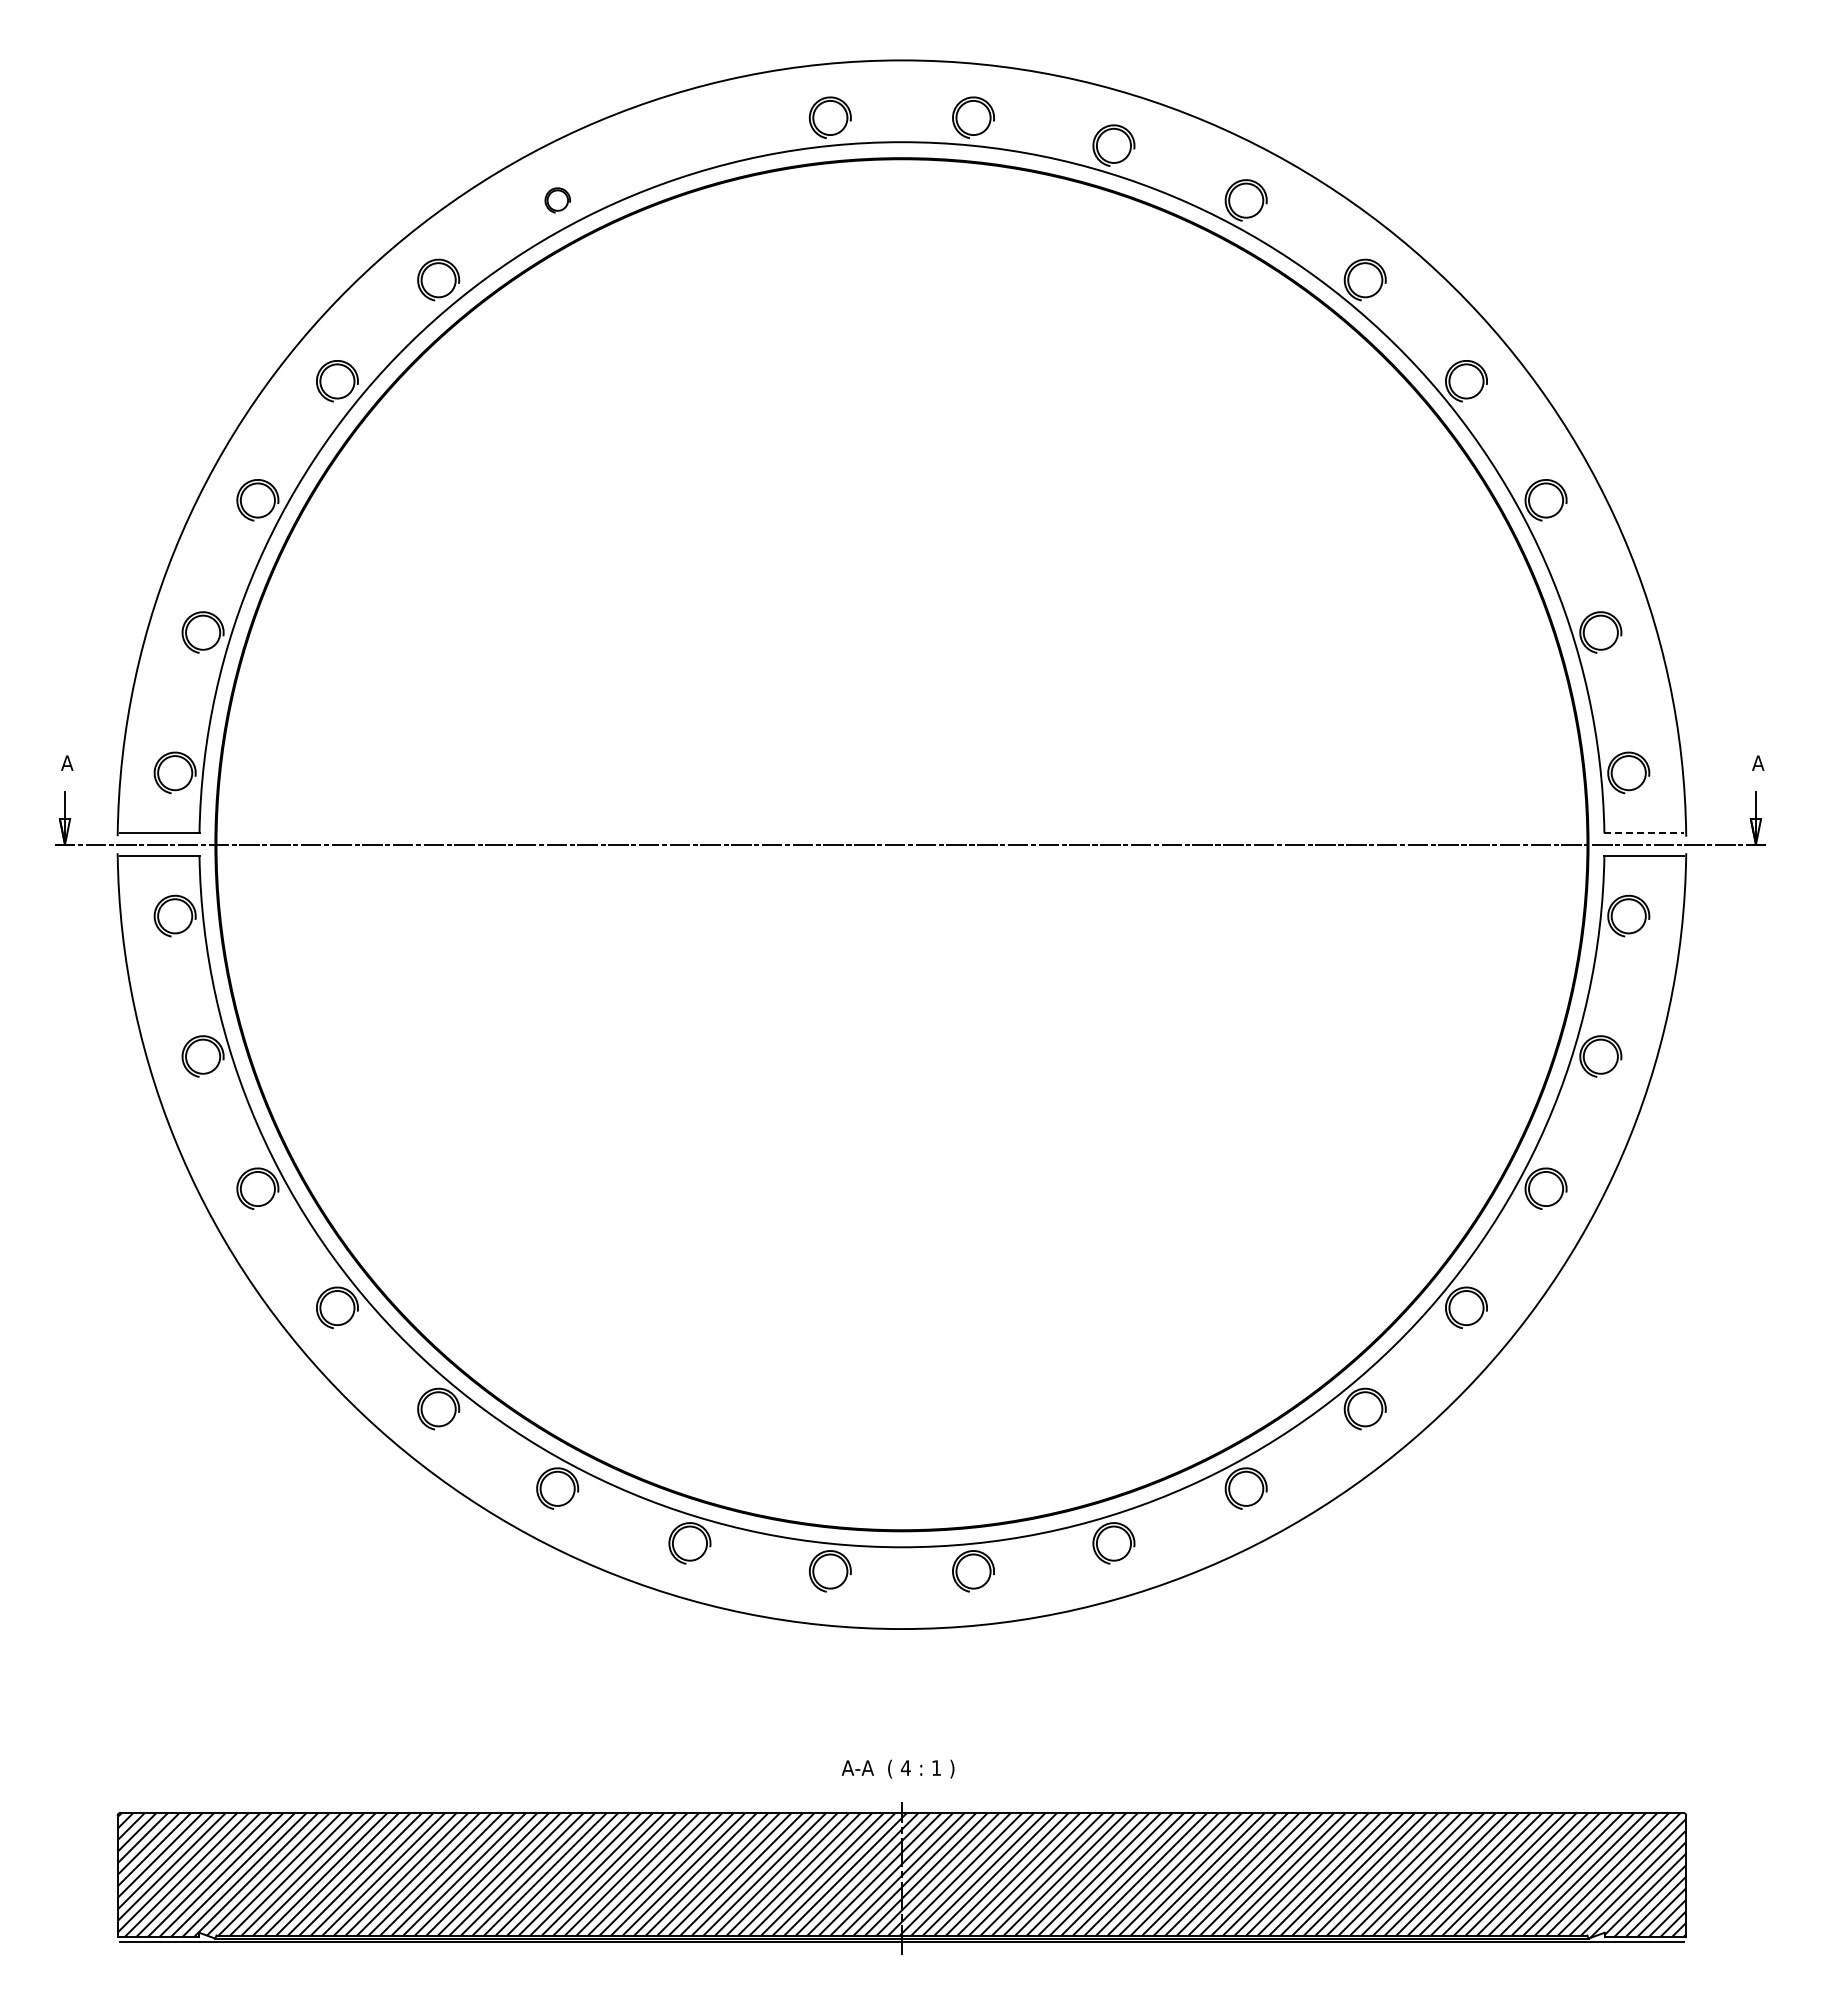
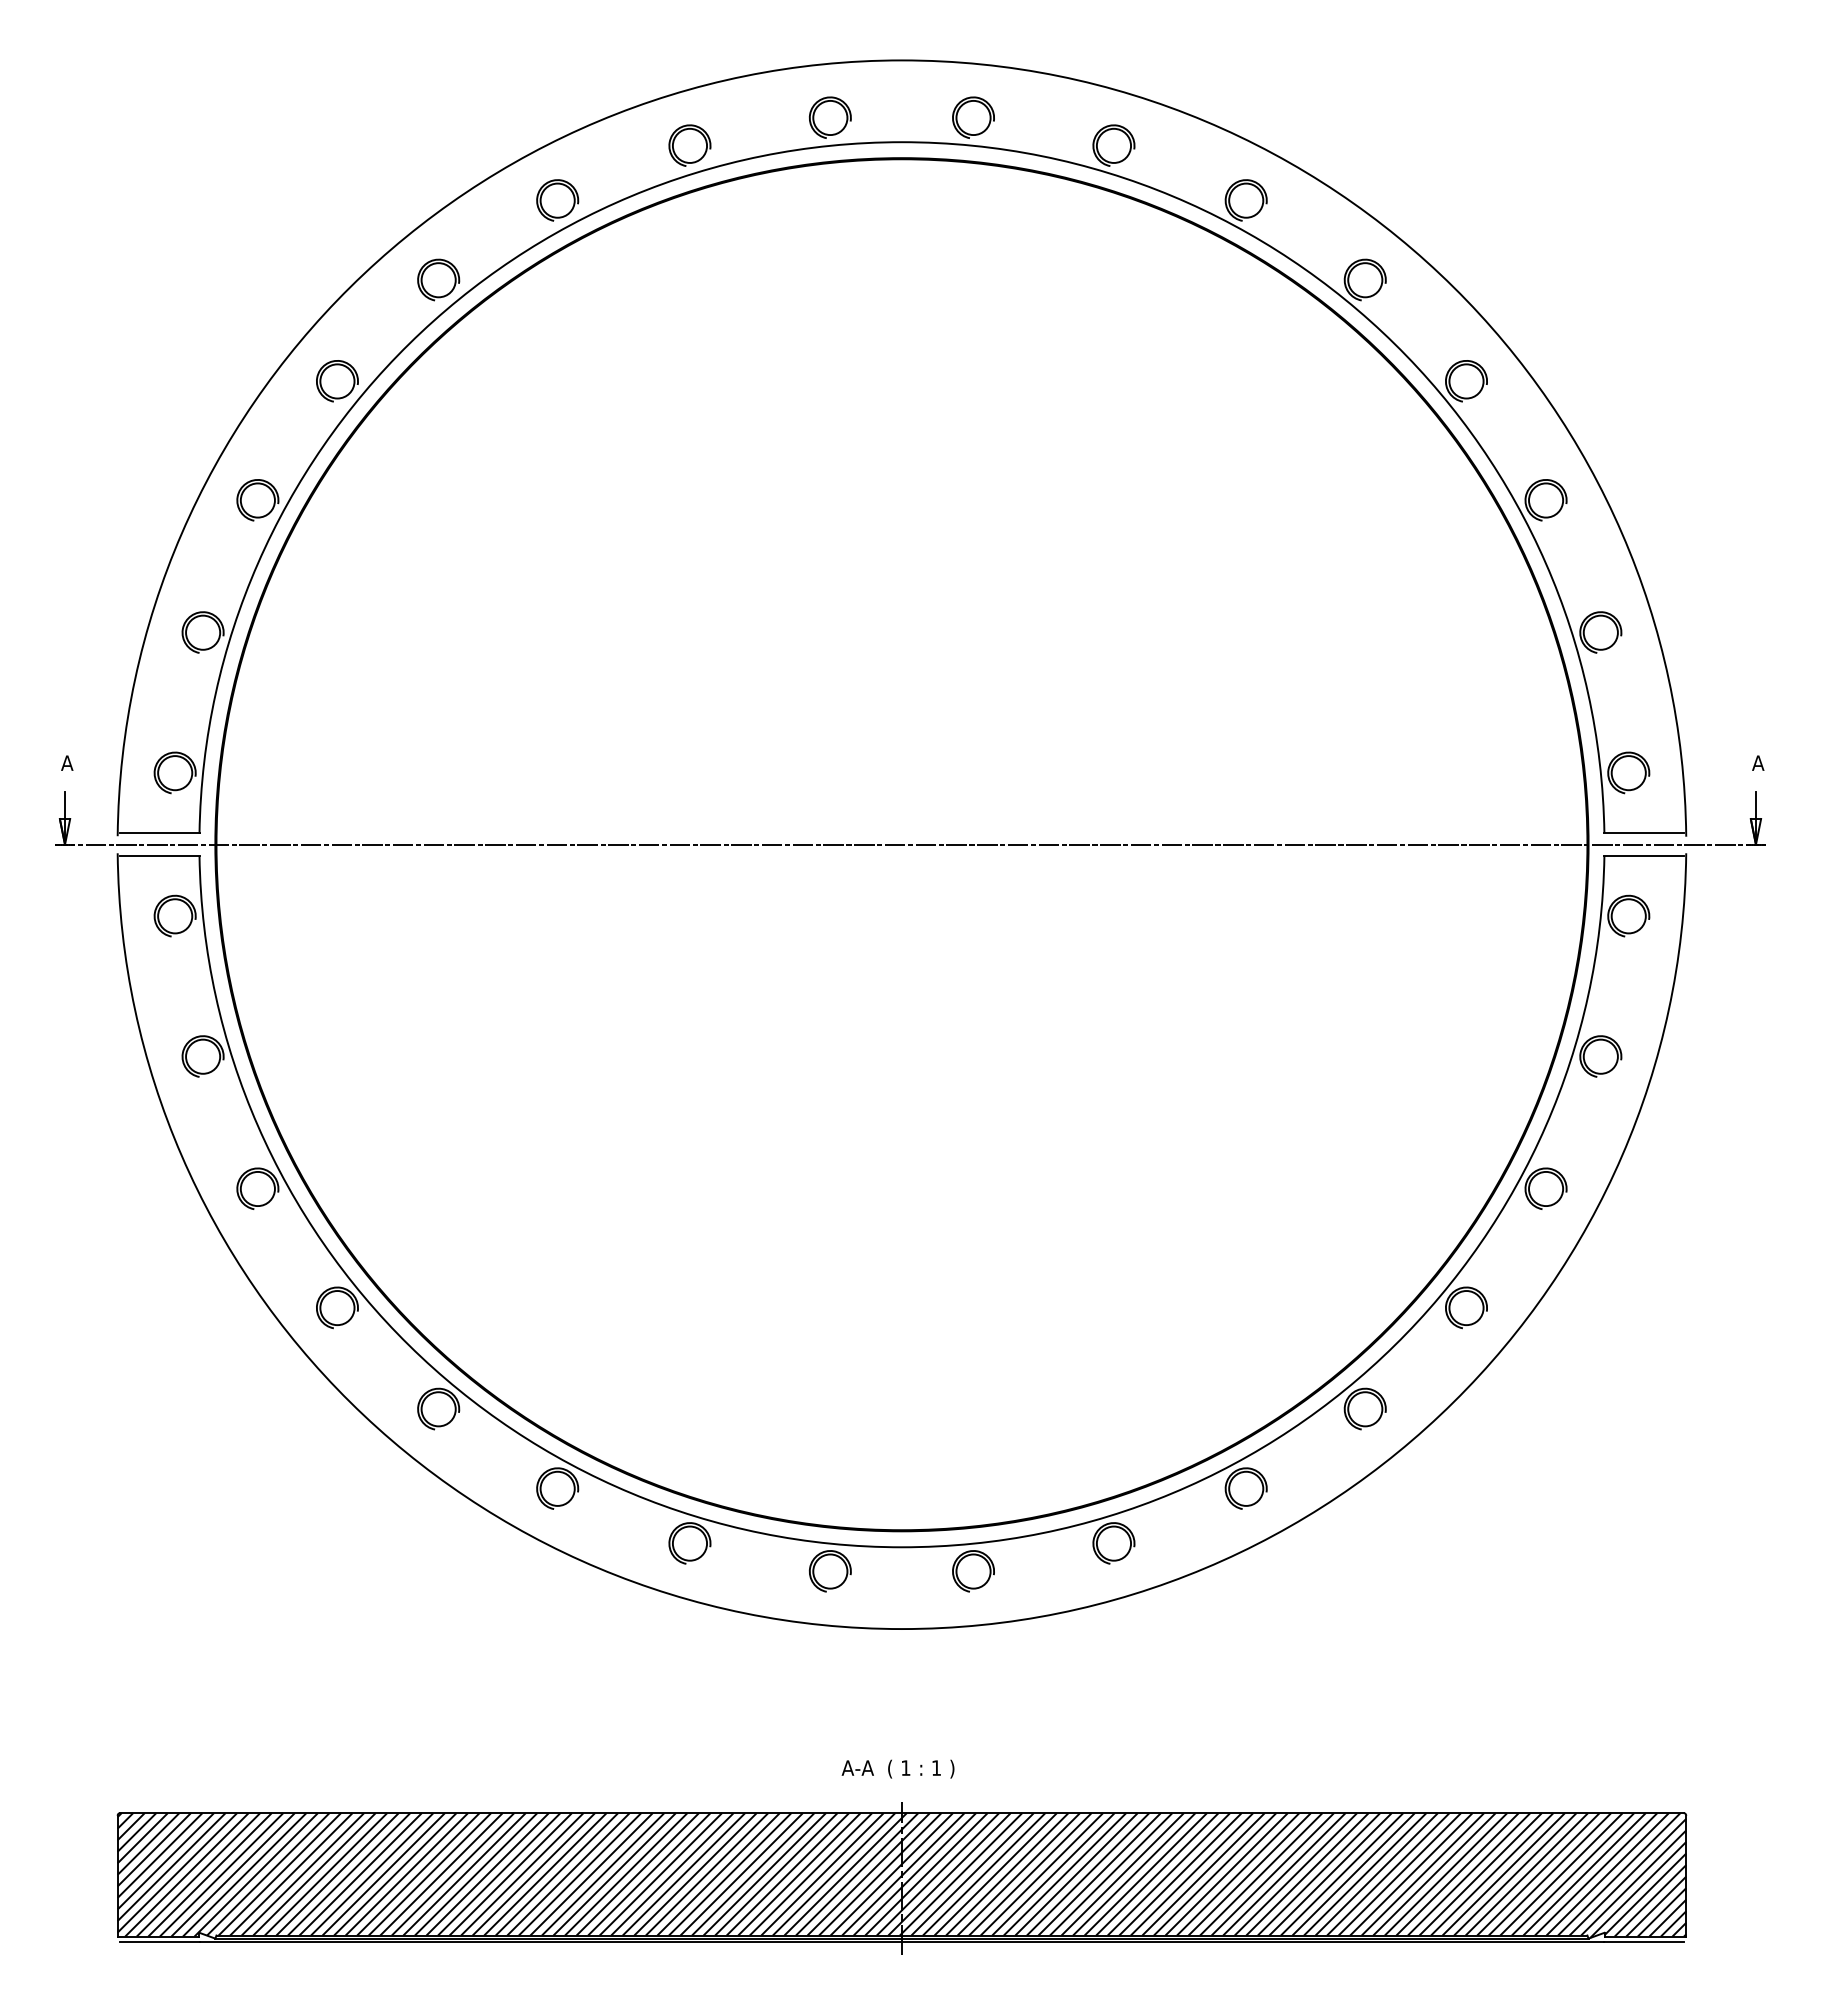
part at (689, 145): none -> present
part at (557, 200) size: 27x27 px -> 44x43 px
line at (1644, 833): dashed -> solid
text at (905, 1767): 4 -> 1
